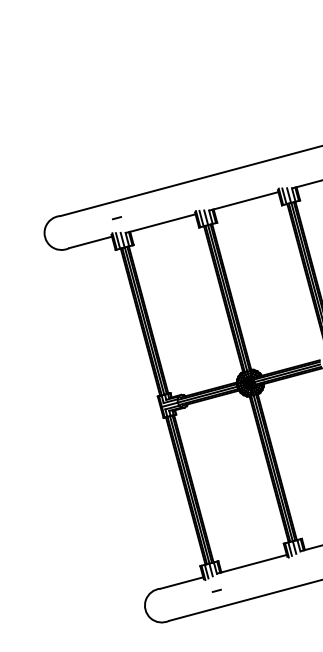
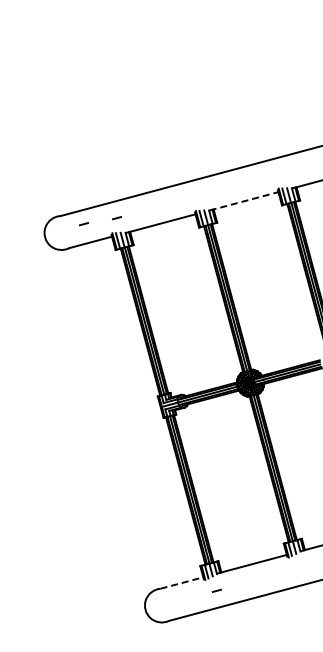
line at (244, 201): solid -> dashed
line at (83, 224): none -> present
line at (182, 582): solid -> dashed
